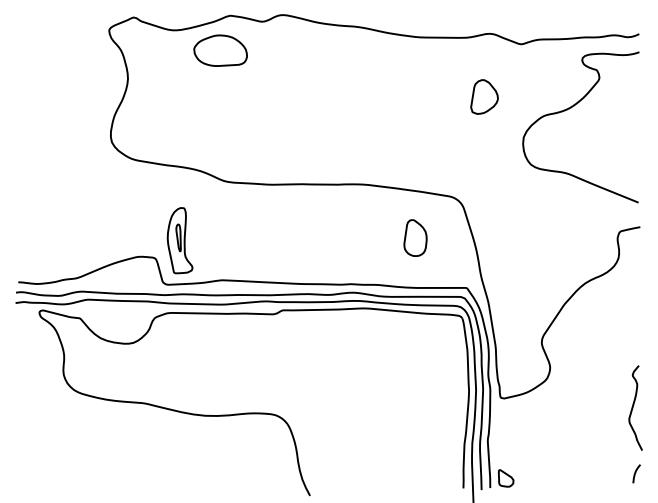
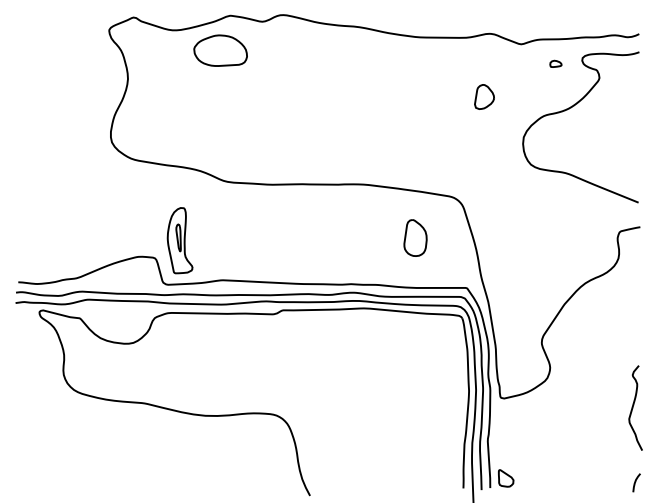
part at (555, 63): none -> present
part at (484, 96) size: 29x36 px -> 21x26 px
curve at (636, 472) position: (636, 472) -> (636, 481)
